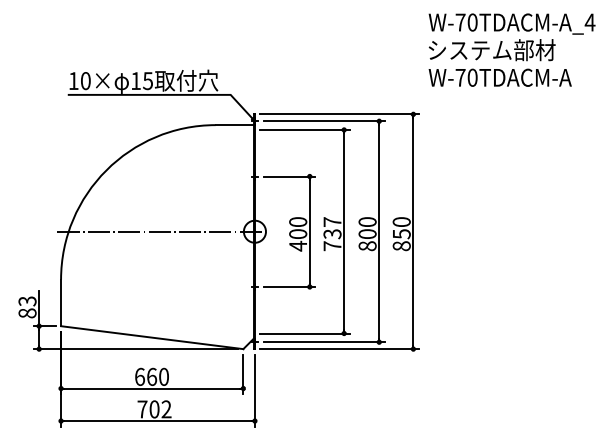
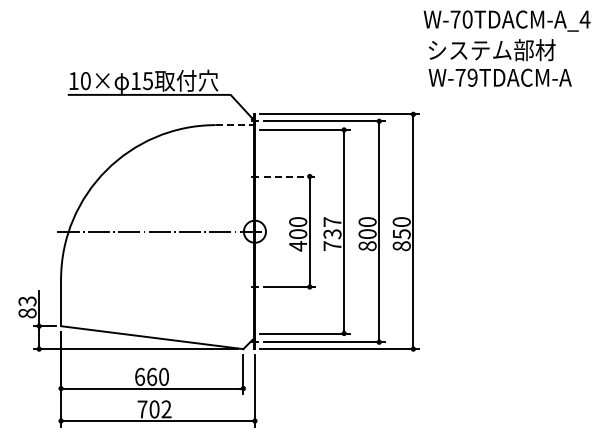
text at (511, 23) position: (511, 23) -> (506, 20)
text at (472, 77): W-70TDACM-A -> W-79TDACM-A
line at (235, 125): solid -> dashed
line at (289, 176): solid -> dashed
